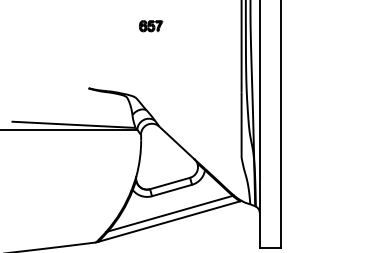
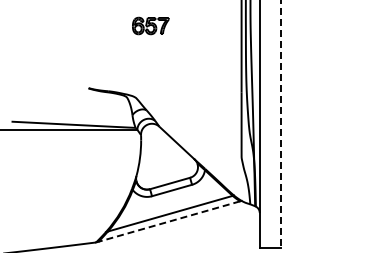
part at (151, 26) size: 25x13 px -> 38x20 px
line at (280, 124): solid -> dashed
line at (169, 221): solid -> dashed
